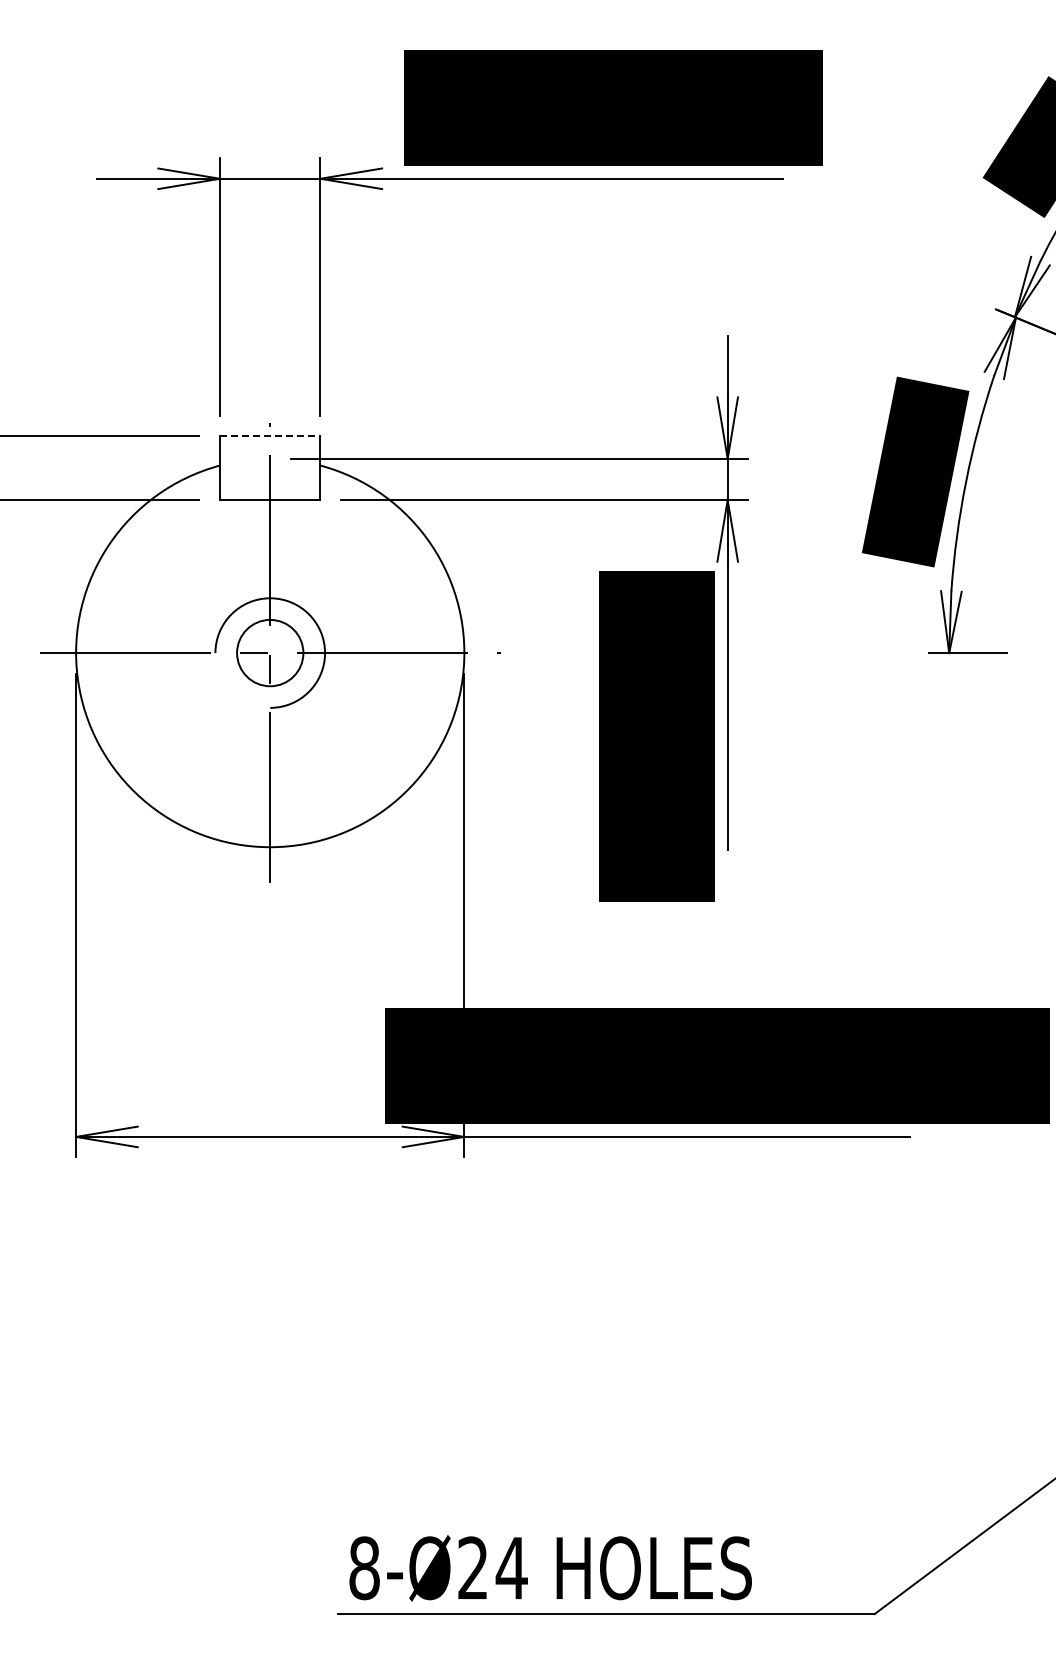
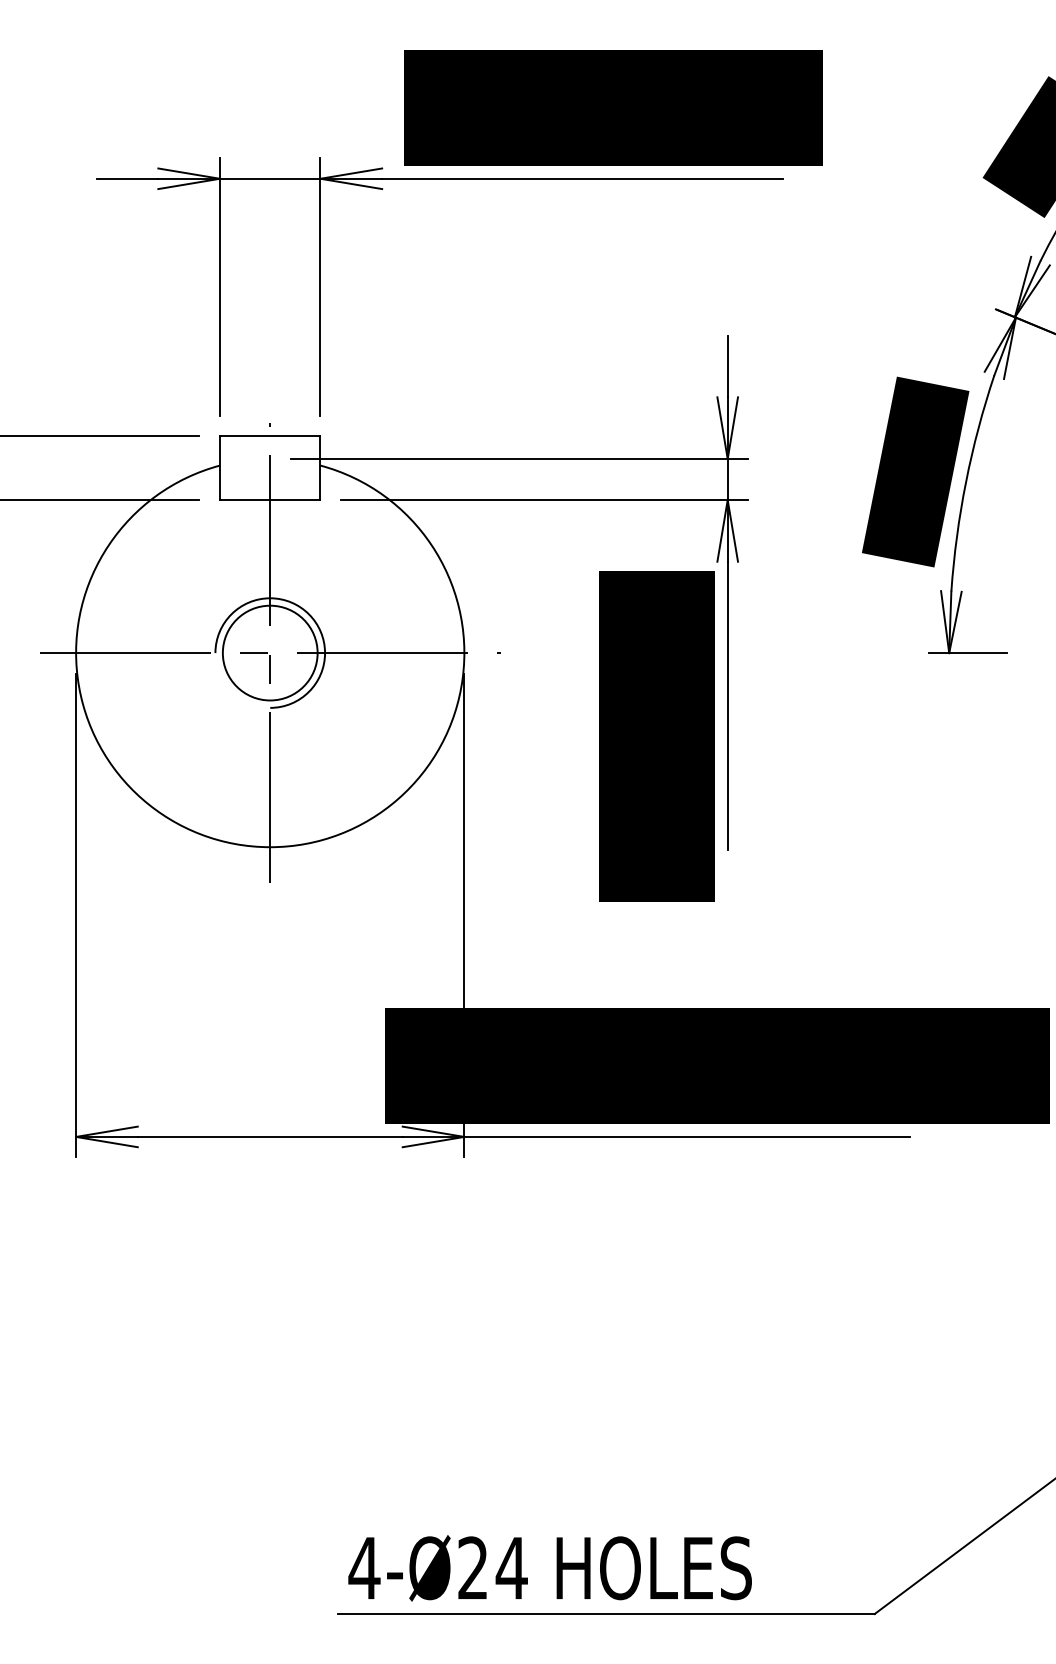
line at (270, 436): dashed -> solid
circle at (270, 652) diameter: 66 px -> 95 px
text at (364, 1568): 8-Ø24 -> 4-Ø24
